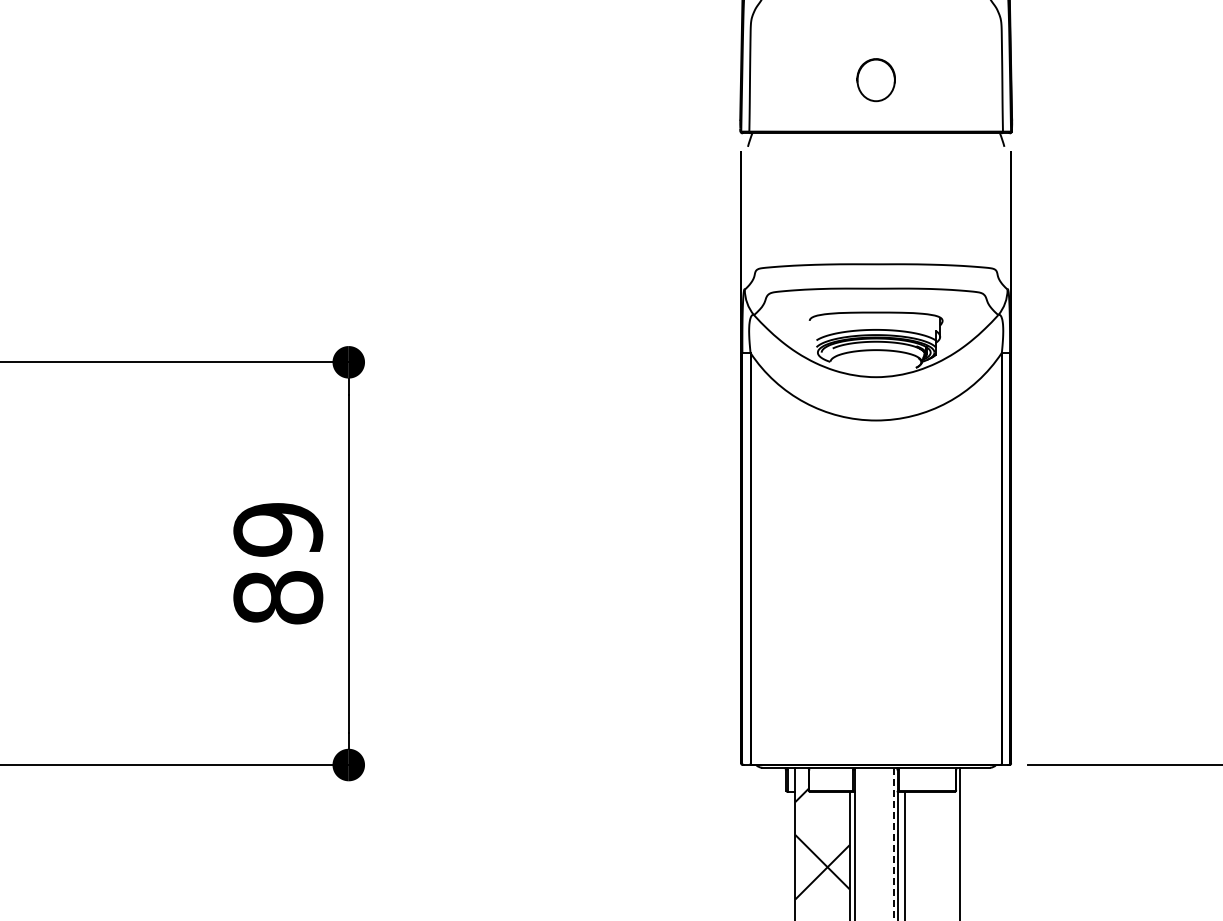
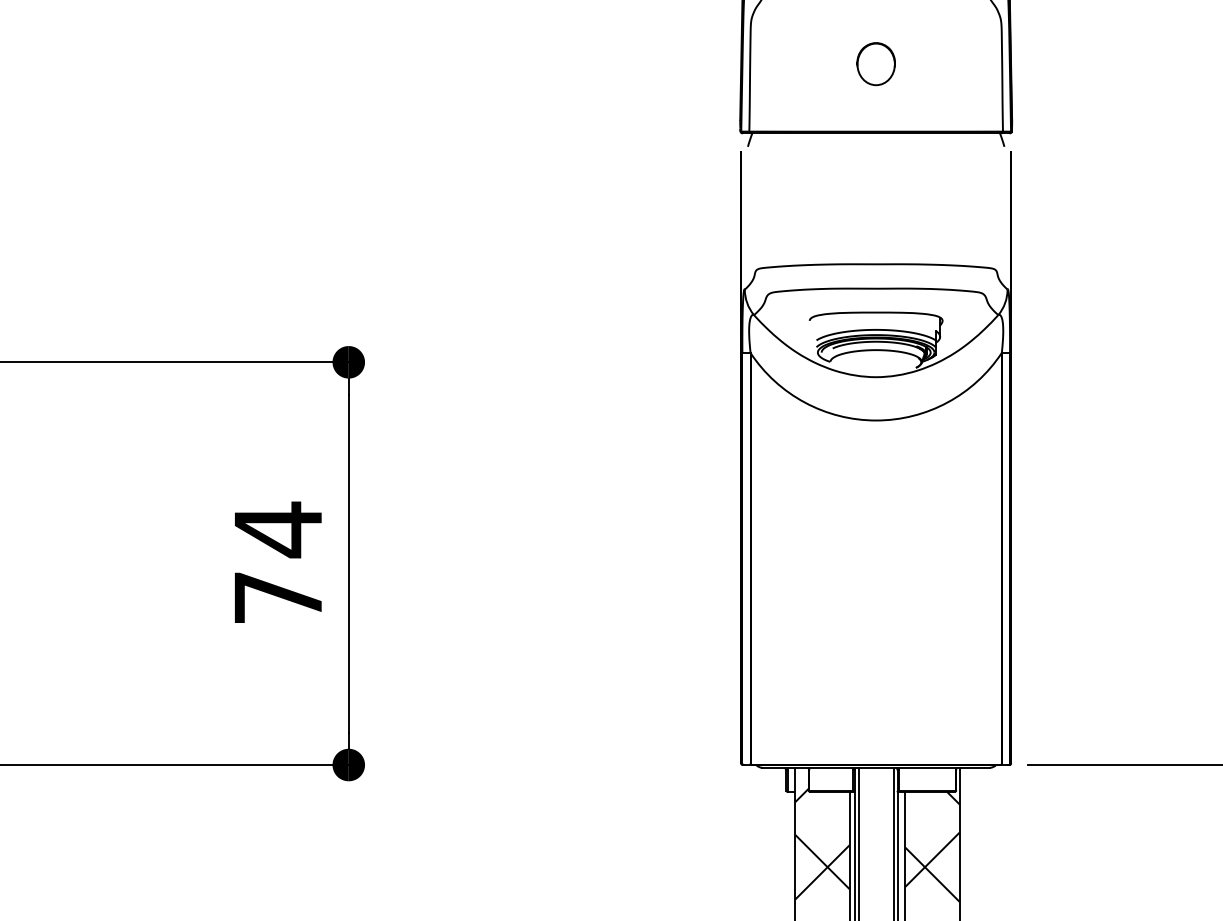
part at (875, 80) position: (875, 80) -> (875, 64)
text at (278, 562): 89 -> 74
line at (858, 842): none -> present
line at (893, 844): dashed -> solid
hatch at (932, 846): none -> present
